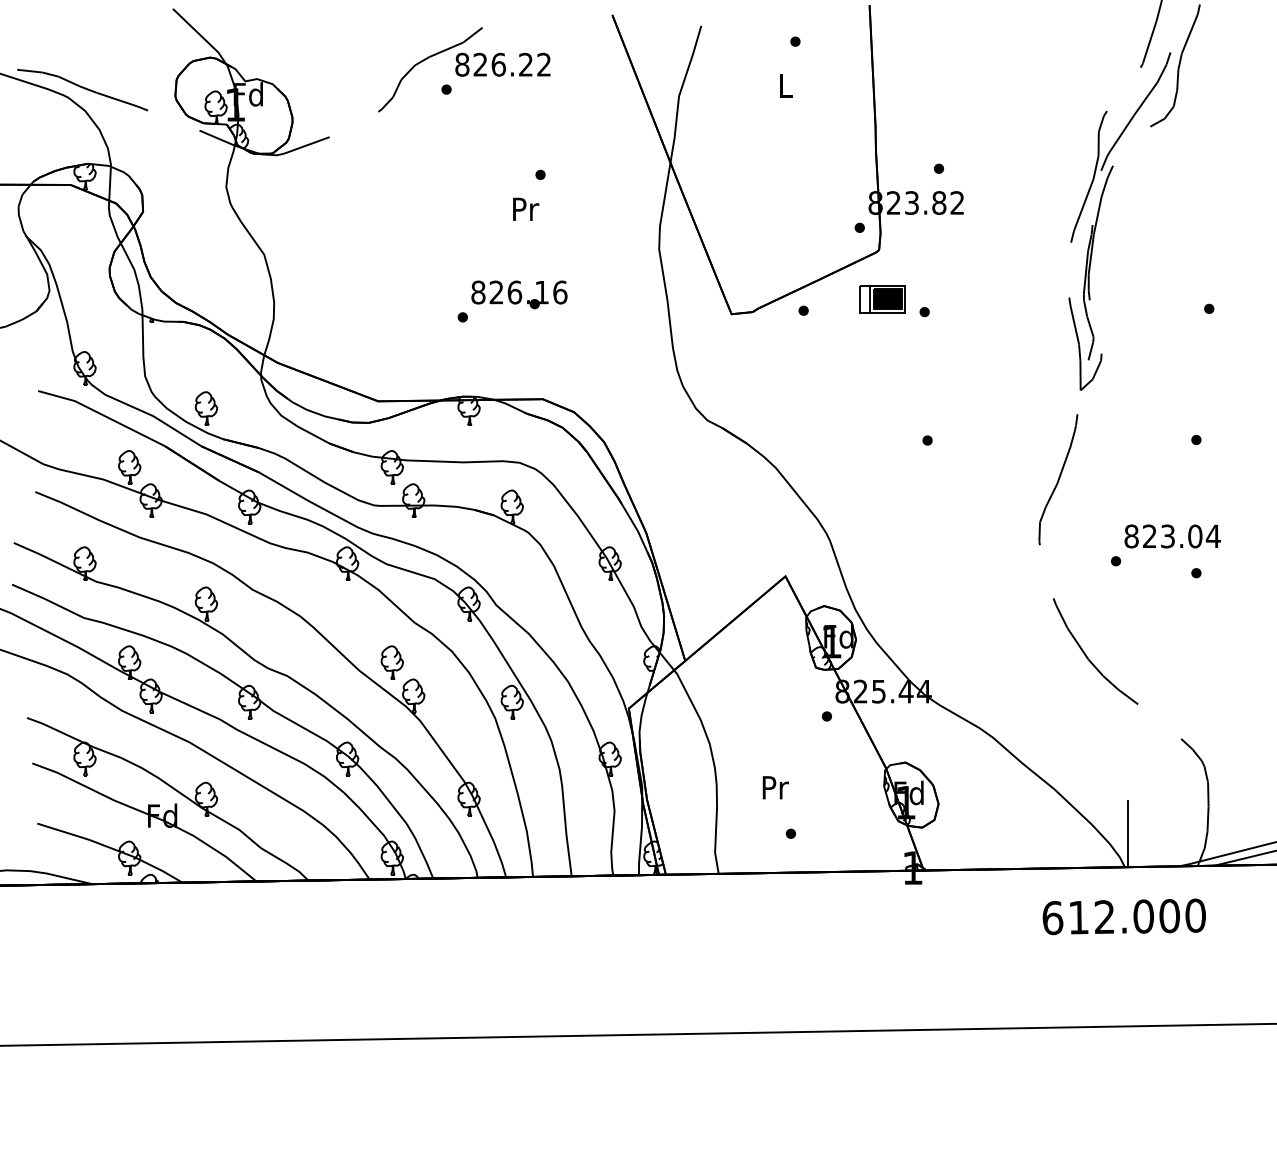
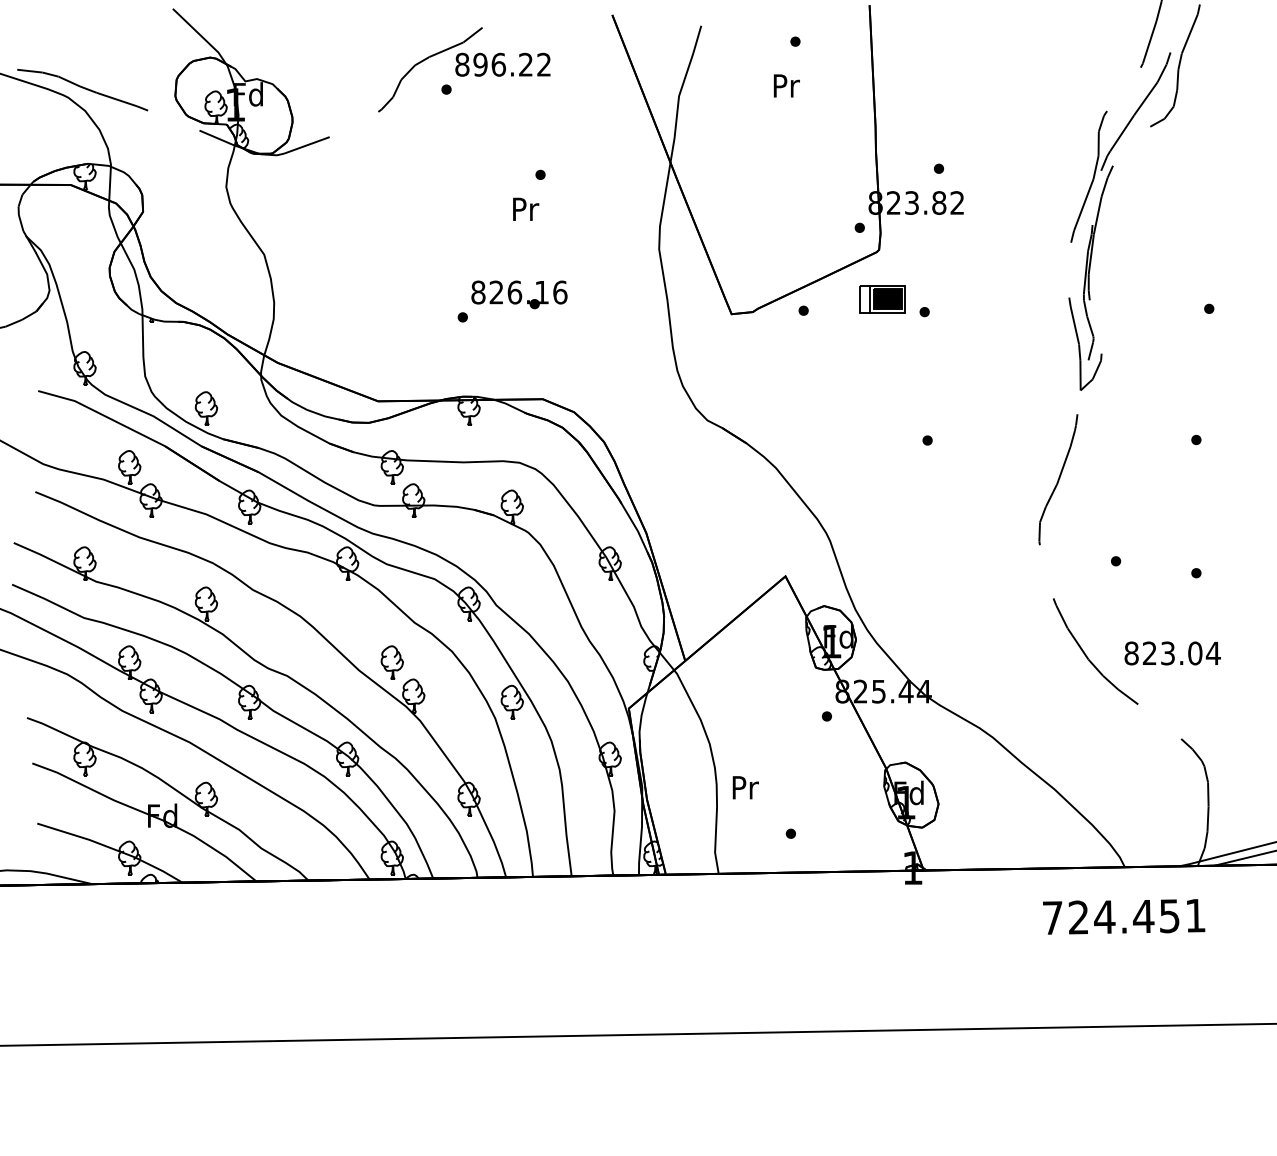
text at (480, 64): 826.22 -> 896.22
text at (786, 85): L -> Pr
text at (1172, 536) position: (1172, 536) -> (1172, 653)
text at (775, 787) position: (775, 787) -> (745, 787)
line at (1127, 833): present -> none
text at (1123, 916): 612.000 -> 724.451
